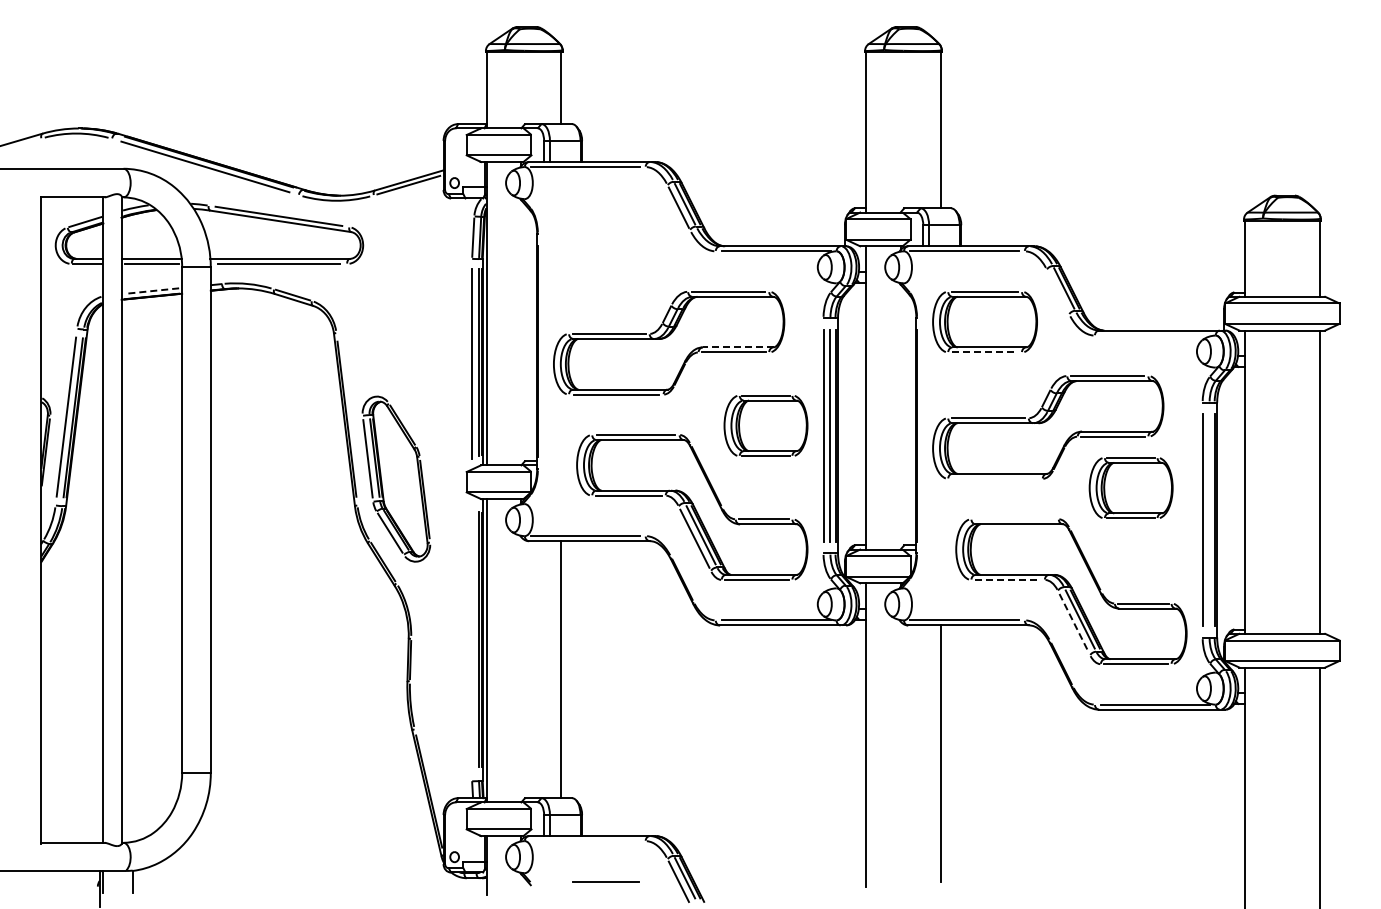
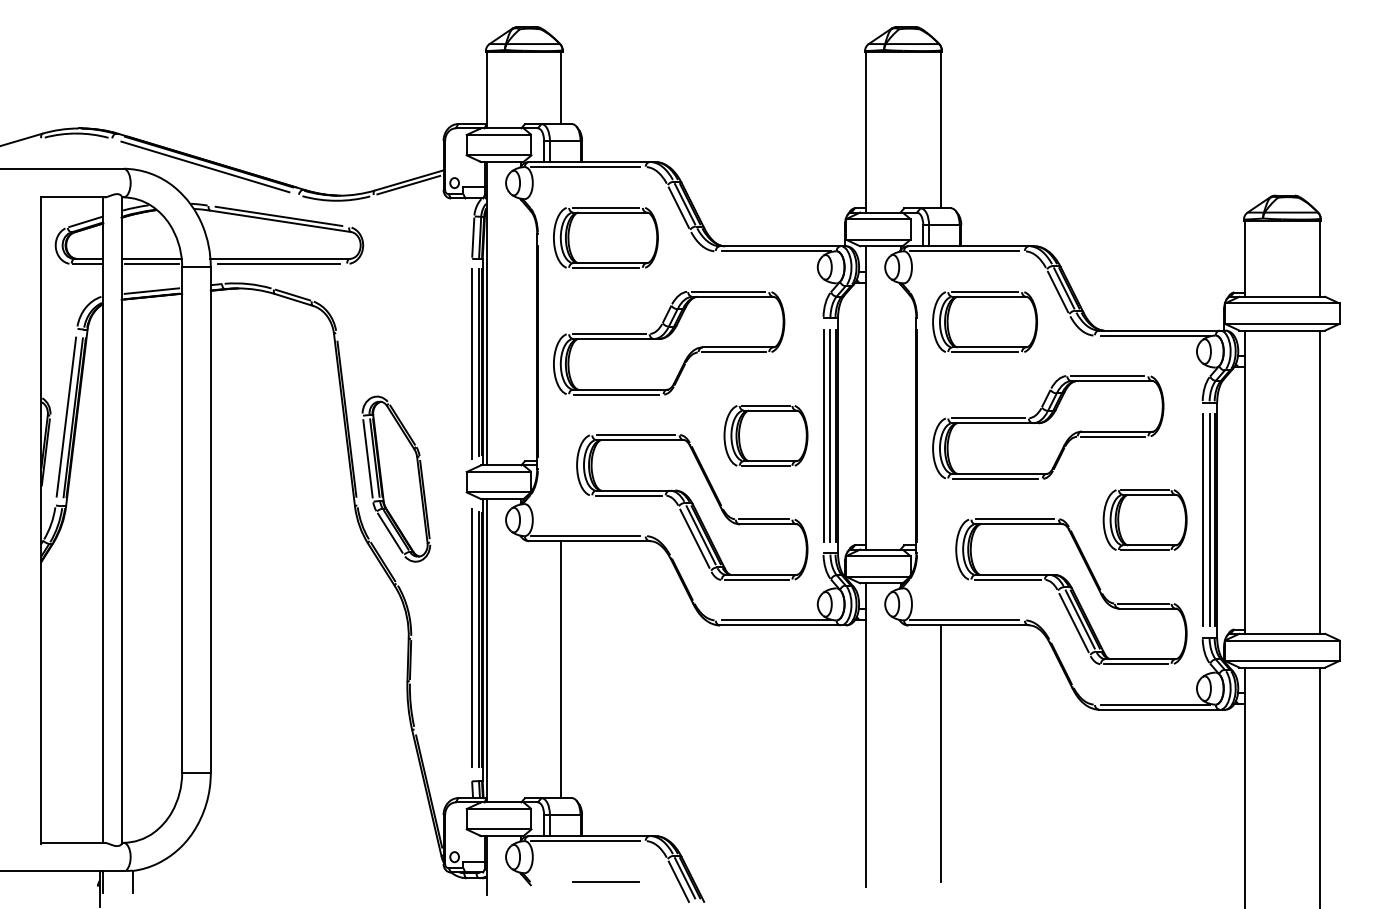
part at (605, 237): none -> present
line at (151, 291): dashed -> solid
line at (1057, 291): none -> present
line at (1154, 335): none -> present
line at (737, 347): dashed -> solid
line at (985, 352): dashed -> solid
part at (765, 425) position: (765, 425) -> (765, 435)
line at (995, 478): none -> present
part at (1130, 487) position: (1130, 487) -> (1144, 519)
line at (1014, 519): none -> present
line at (1209, 519): none -> present
line at (1008, 579): dashed -> solid
line at (1074, 623): dashed -> solid
line at (472, 638): none -> present
line at (584, 841): none -> present
